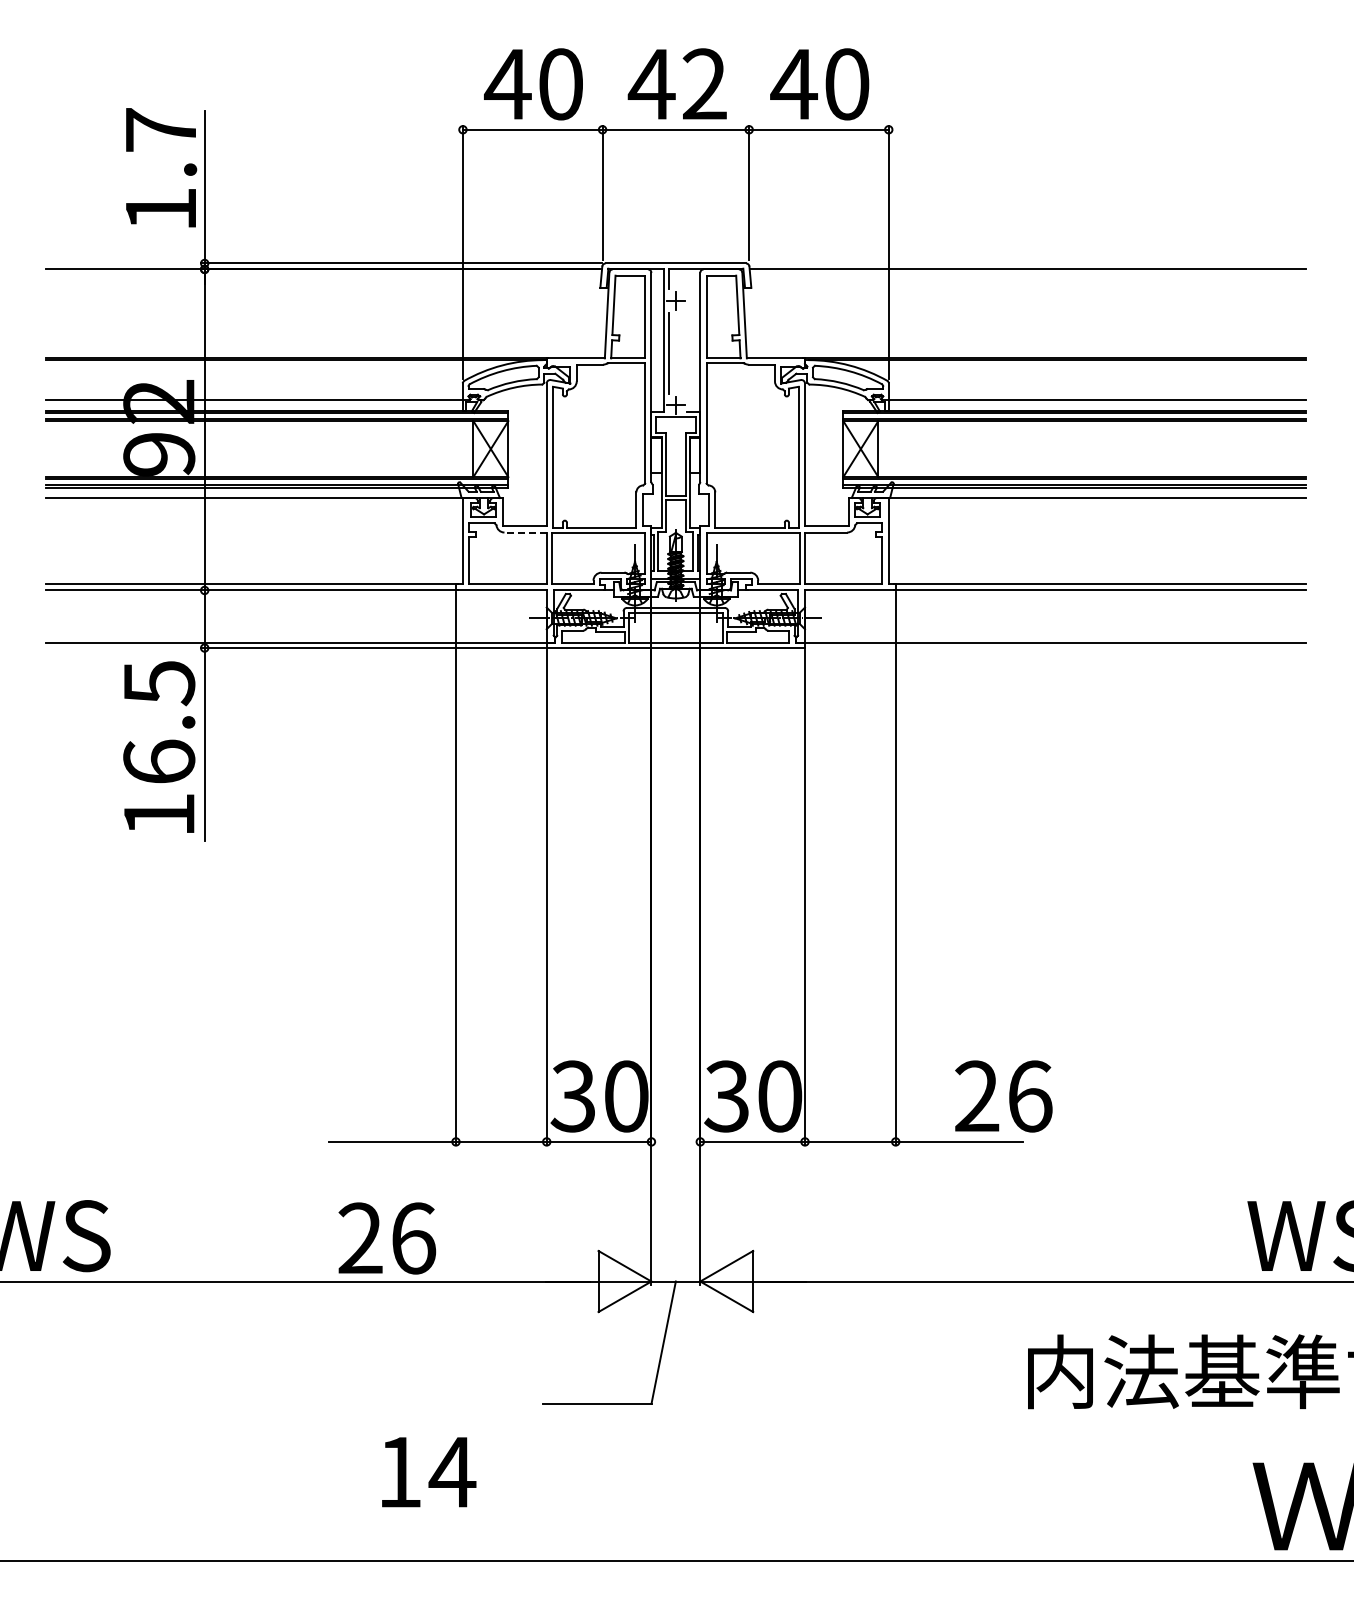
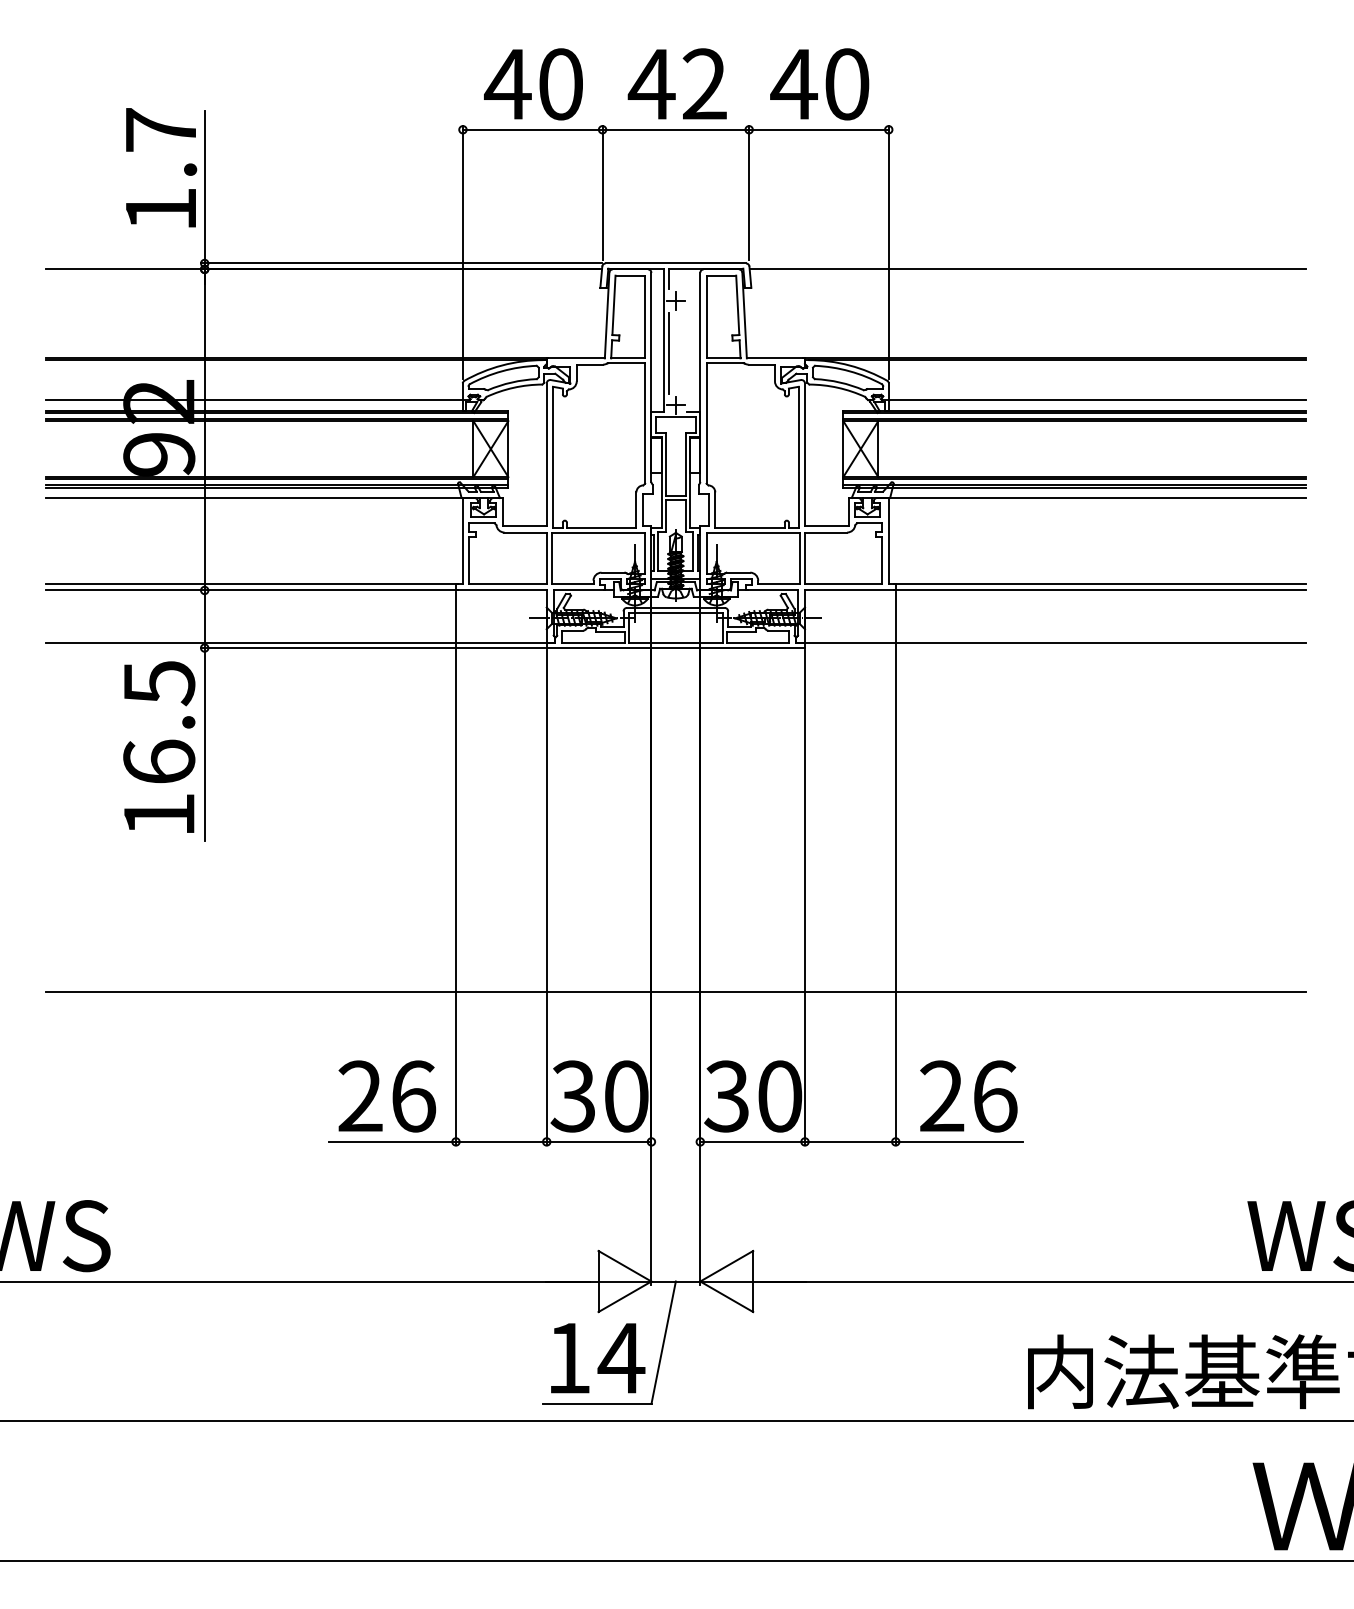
line at (525, 532): dashed -> solid
line at (675, 991): none -> present
text at (1003, 1096) position: (1003, 1096) -> (968, 1096)
text at (387, 1238) position: (387, 1238) -> (387, 1096)
line at (676, 1421): none -> present
text at (429, 1472) position: (429, 1472) -> (598, 1358)
